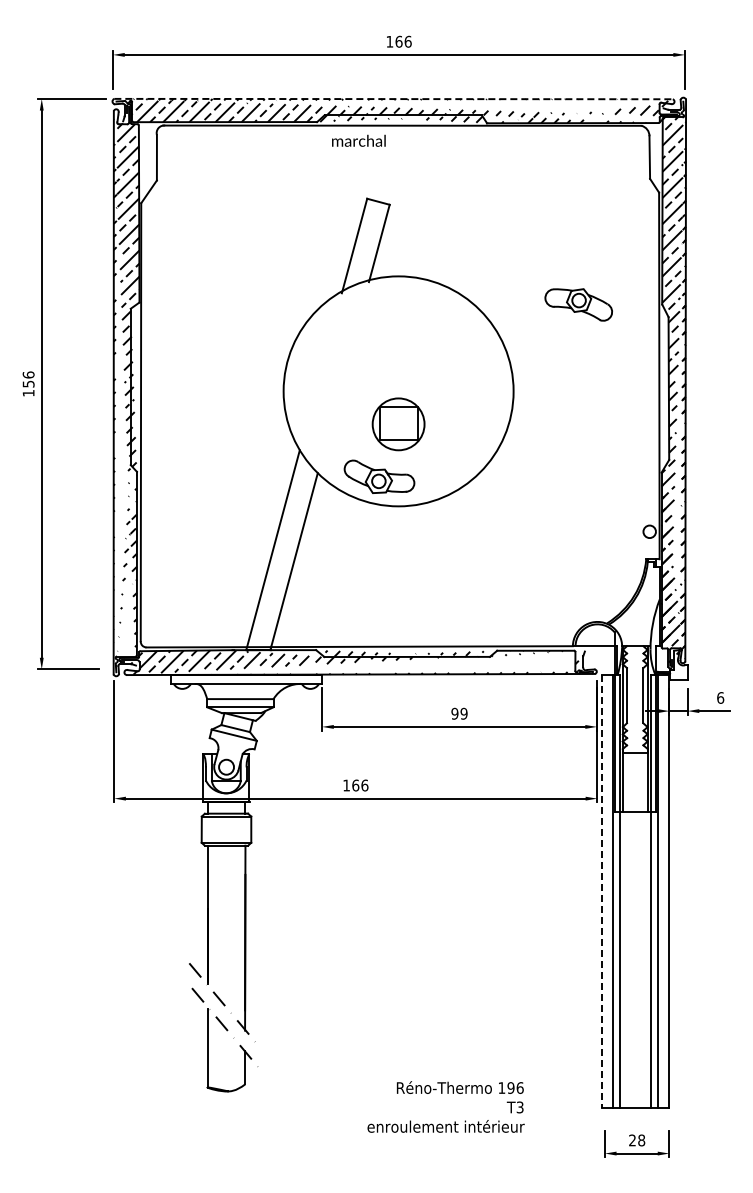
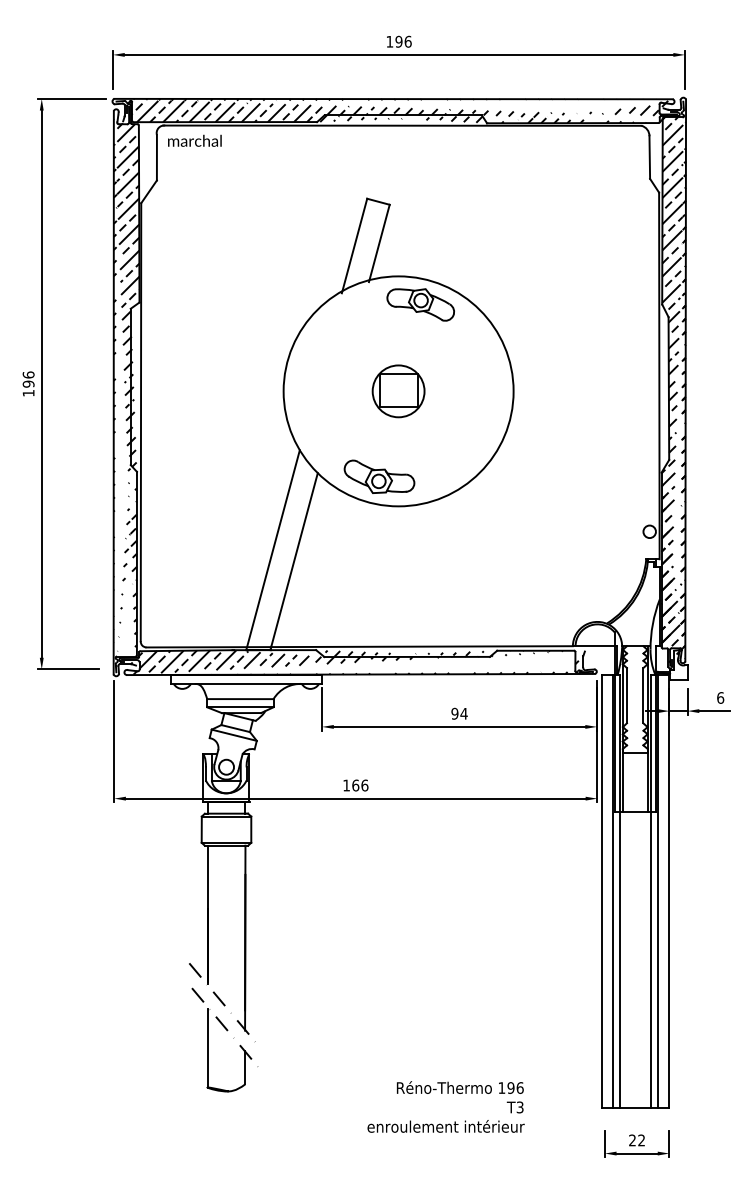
text at (398, 41): 166 -> 196
line at (394, 99): dashed -> solid
text at (358, 140) position: (358, 140) -> (194, 140)
part at (578, 304) position: (578, 304) -> (420, 304)
text at (28, 383): 156 -> 196
part at (398, 424) position: (398, 424) -> (398, 391)
text at (463, 713): 99 -> 94
line at (601, 892): dashed -> solid
text at (641, 1140): 28 -> 22
